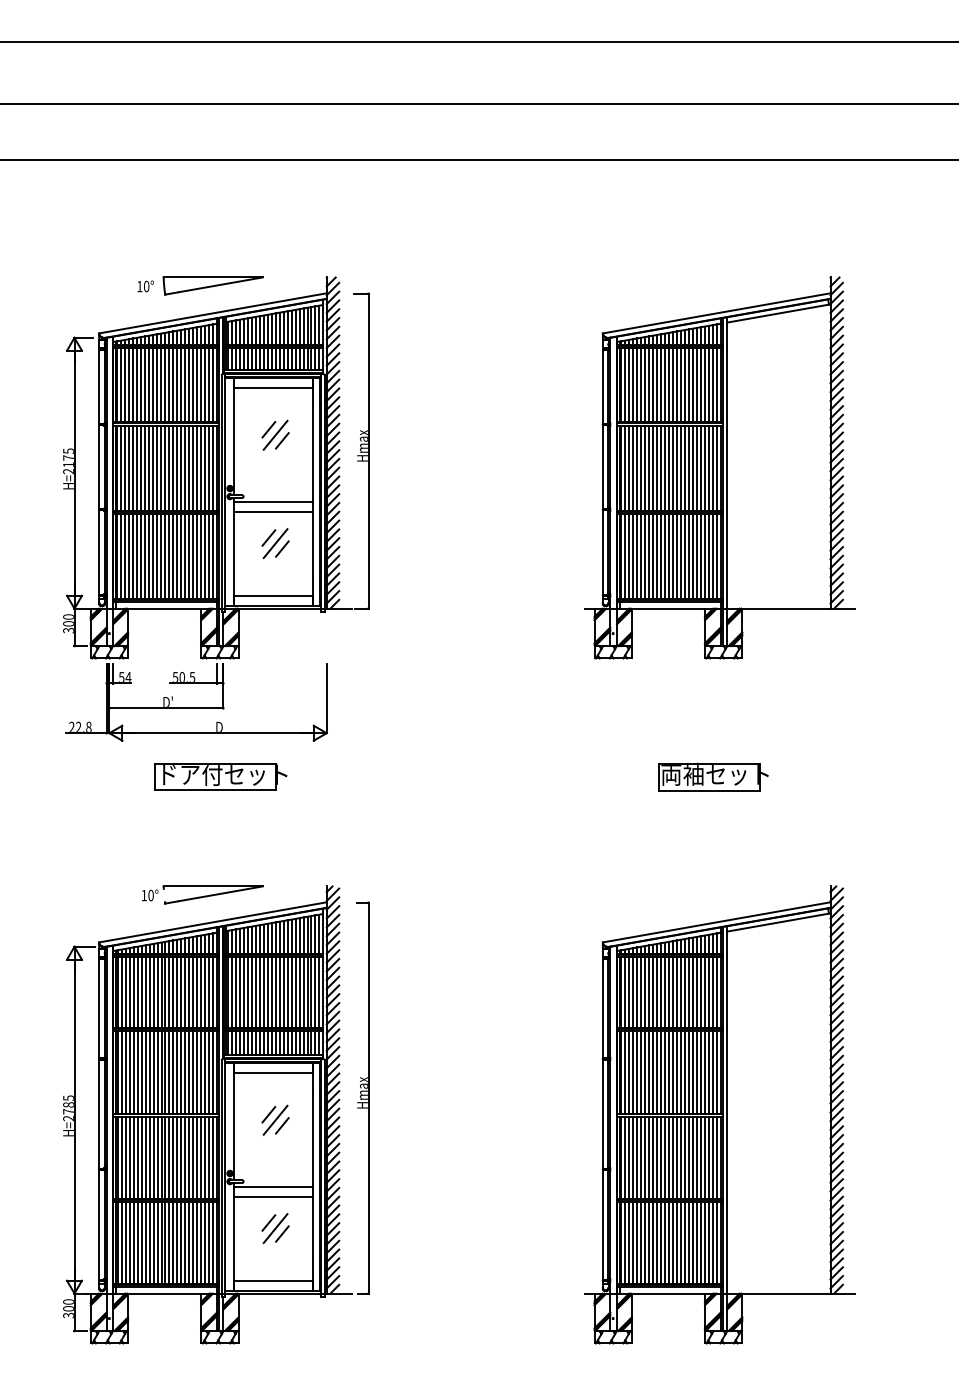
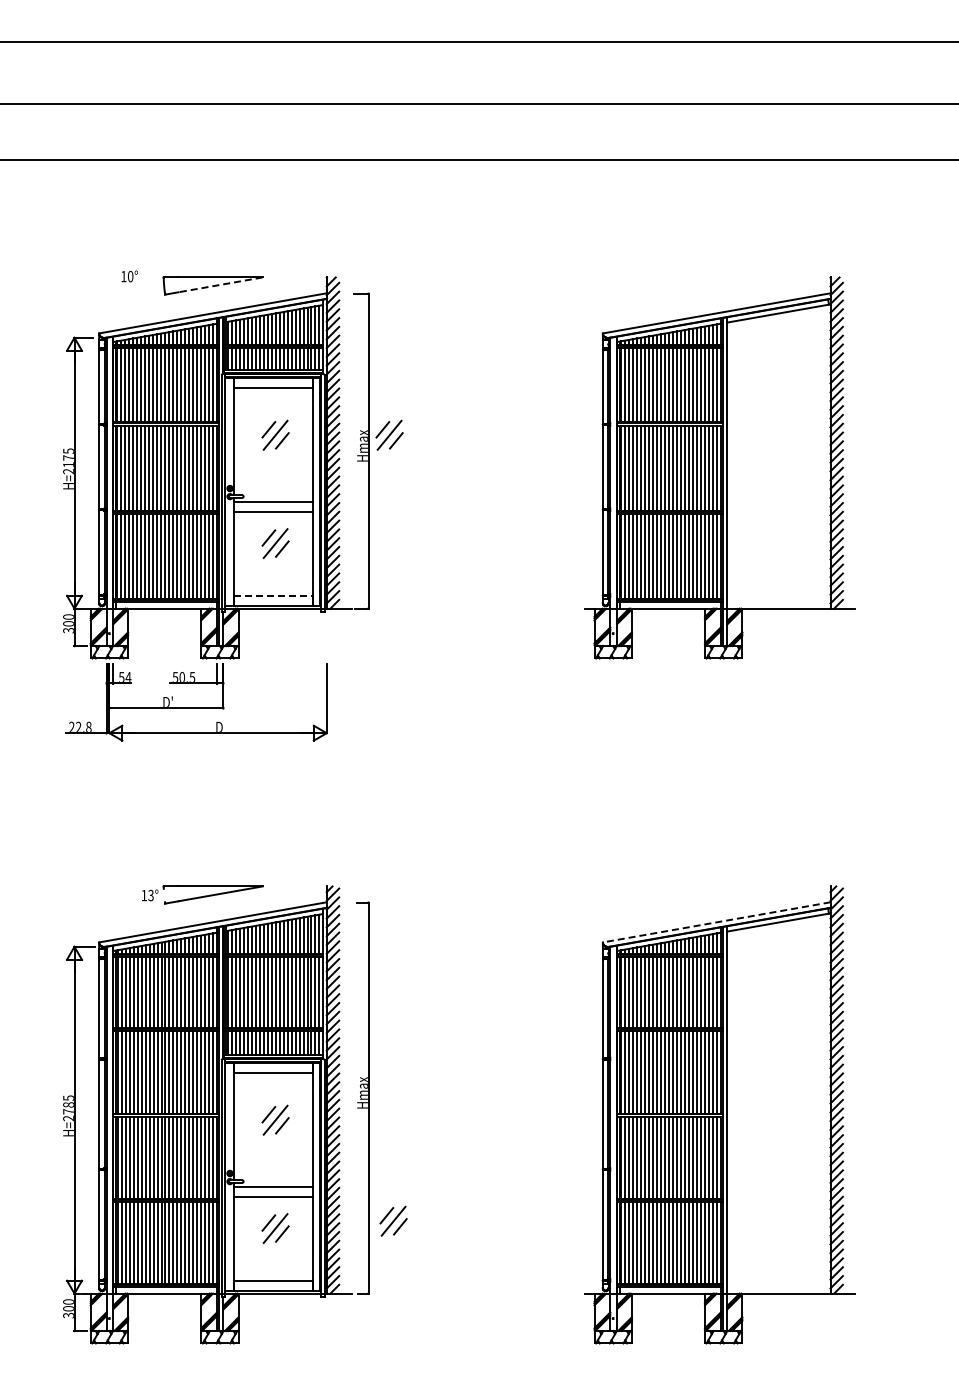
line at (220, 284): solid -> dashed
text at (145, 286) position: (145, 286) -> (129, 276)
part at (389, 434): none -> present
line at (273, 595): solid -> dashed
part at (220, 776): present -> none
part at (713, 776): present -> none
text at (150, 895): 10° -> 13°
line at (716, 922): solid -> dashed
part at (393, 1220): none -> present
